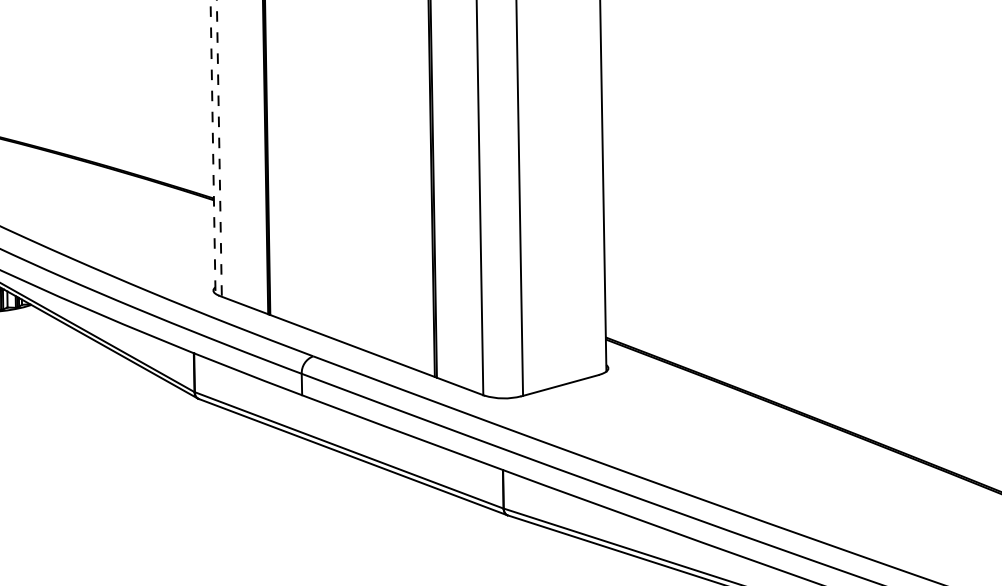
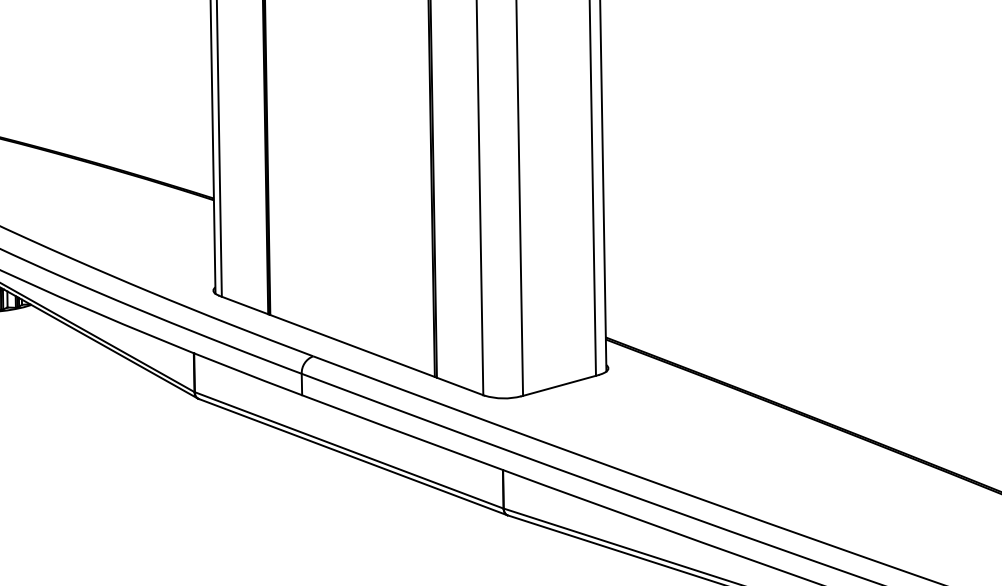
line at (213, 146): dashed -> solid
line at (219, 148): dashed -> solid
line at (592, 188): none -> present
